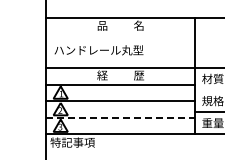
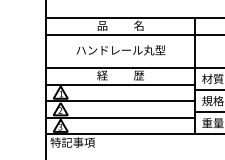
line at (133, 34): none -> present
text at (98, 50) position: (98, 50) -> (120, 50)
line at (207, 90): none -> present
line at (121, 117): dashed -> solid
